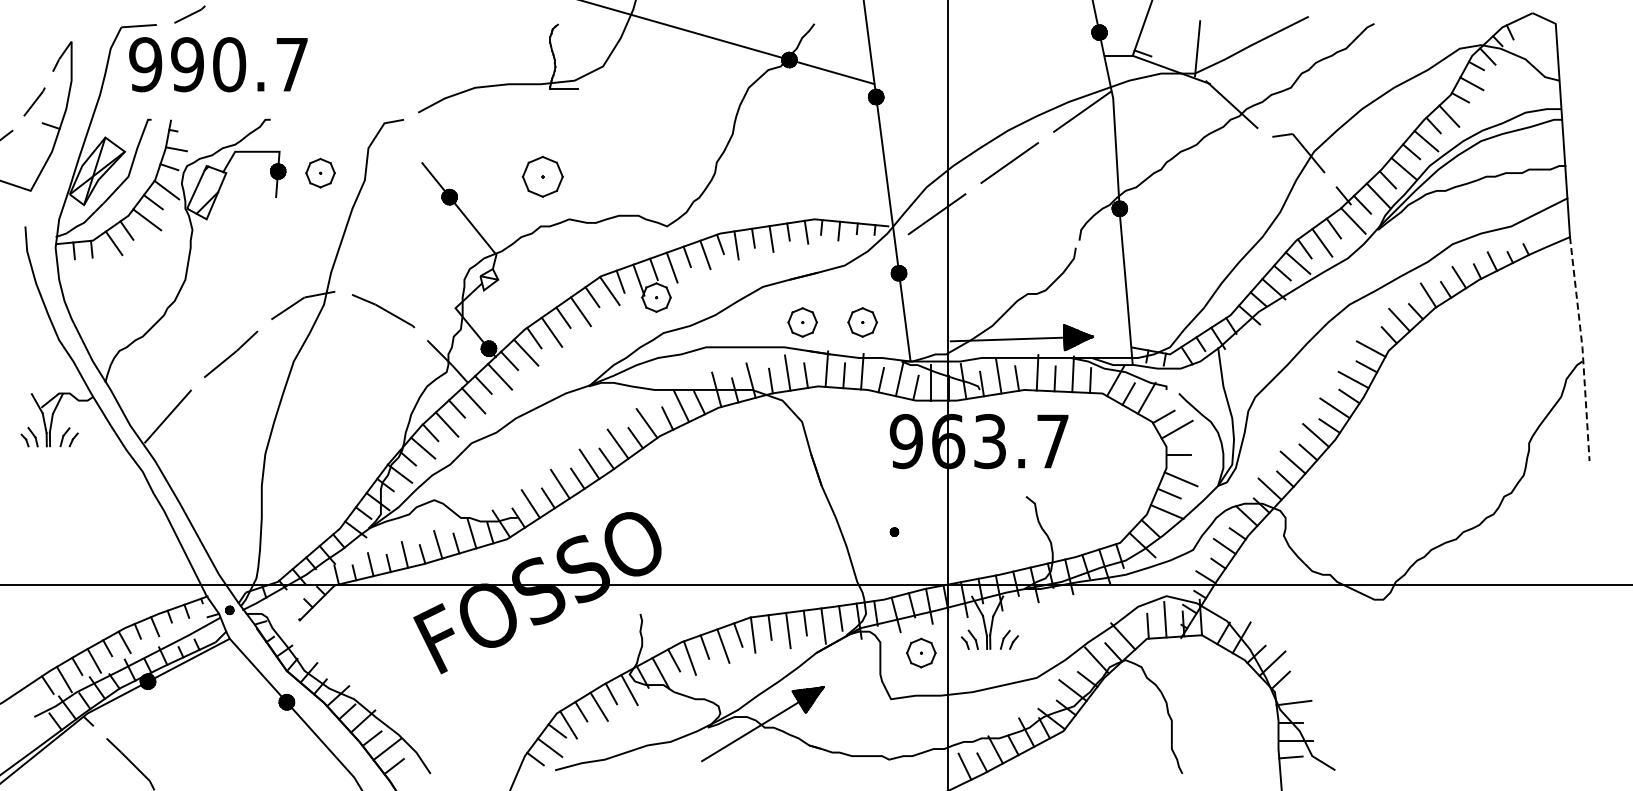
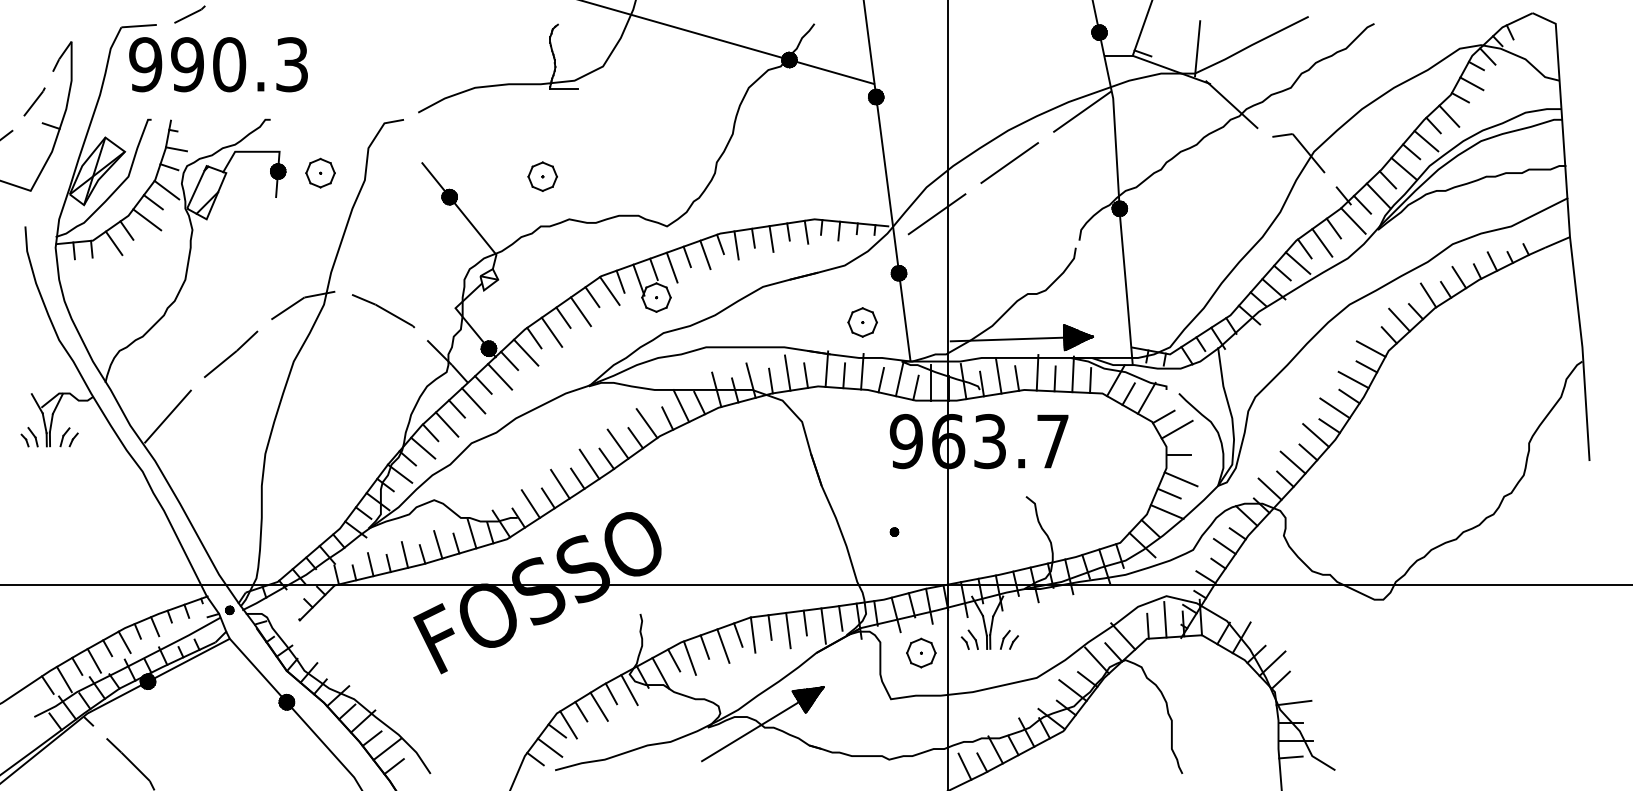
text at (291, 64): 990.7 -> 990.3
part at (542, 176) size: 43x43 px -> 31x31 px
part at (802, 322): present -> none
line at (1582, 348): dashed -> solid
